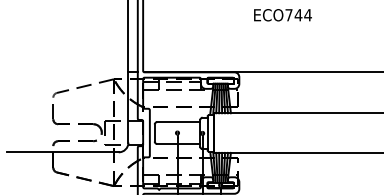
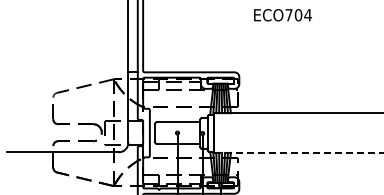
text at (298, 15): ECO744 -> ECO704
line at (262, 72): present -> none
line at (298, 152): solid -> dashed
